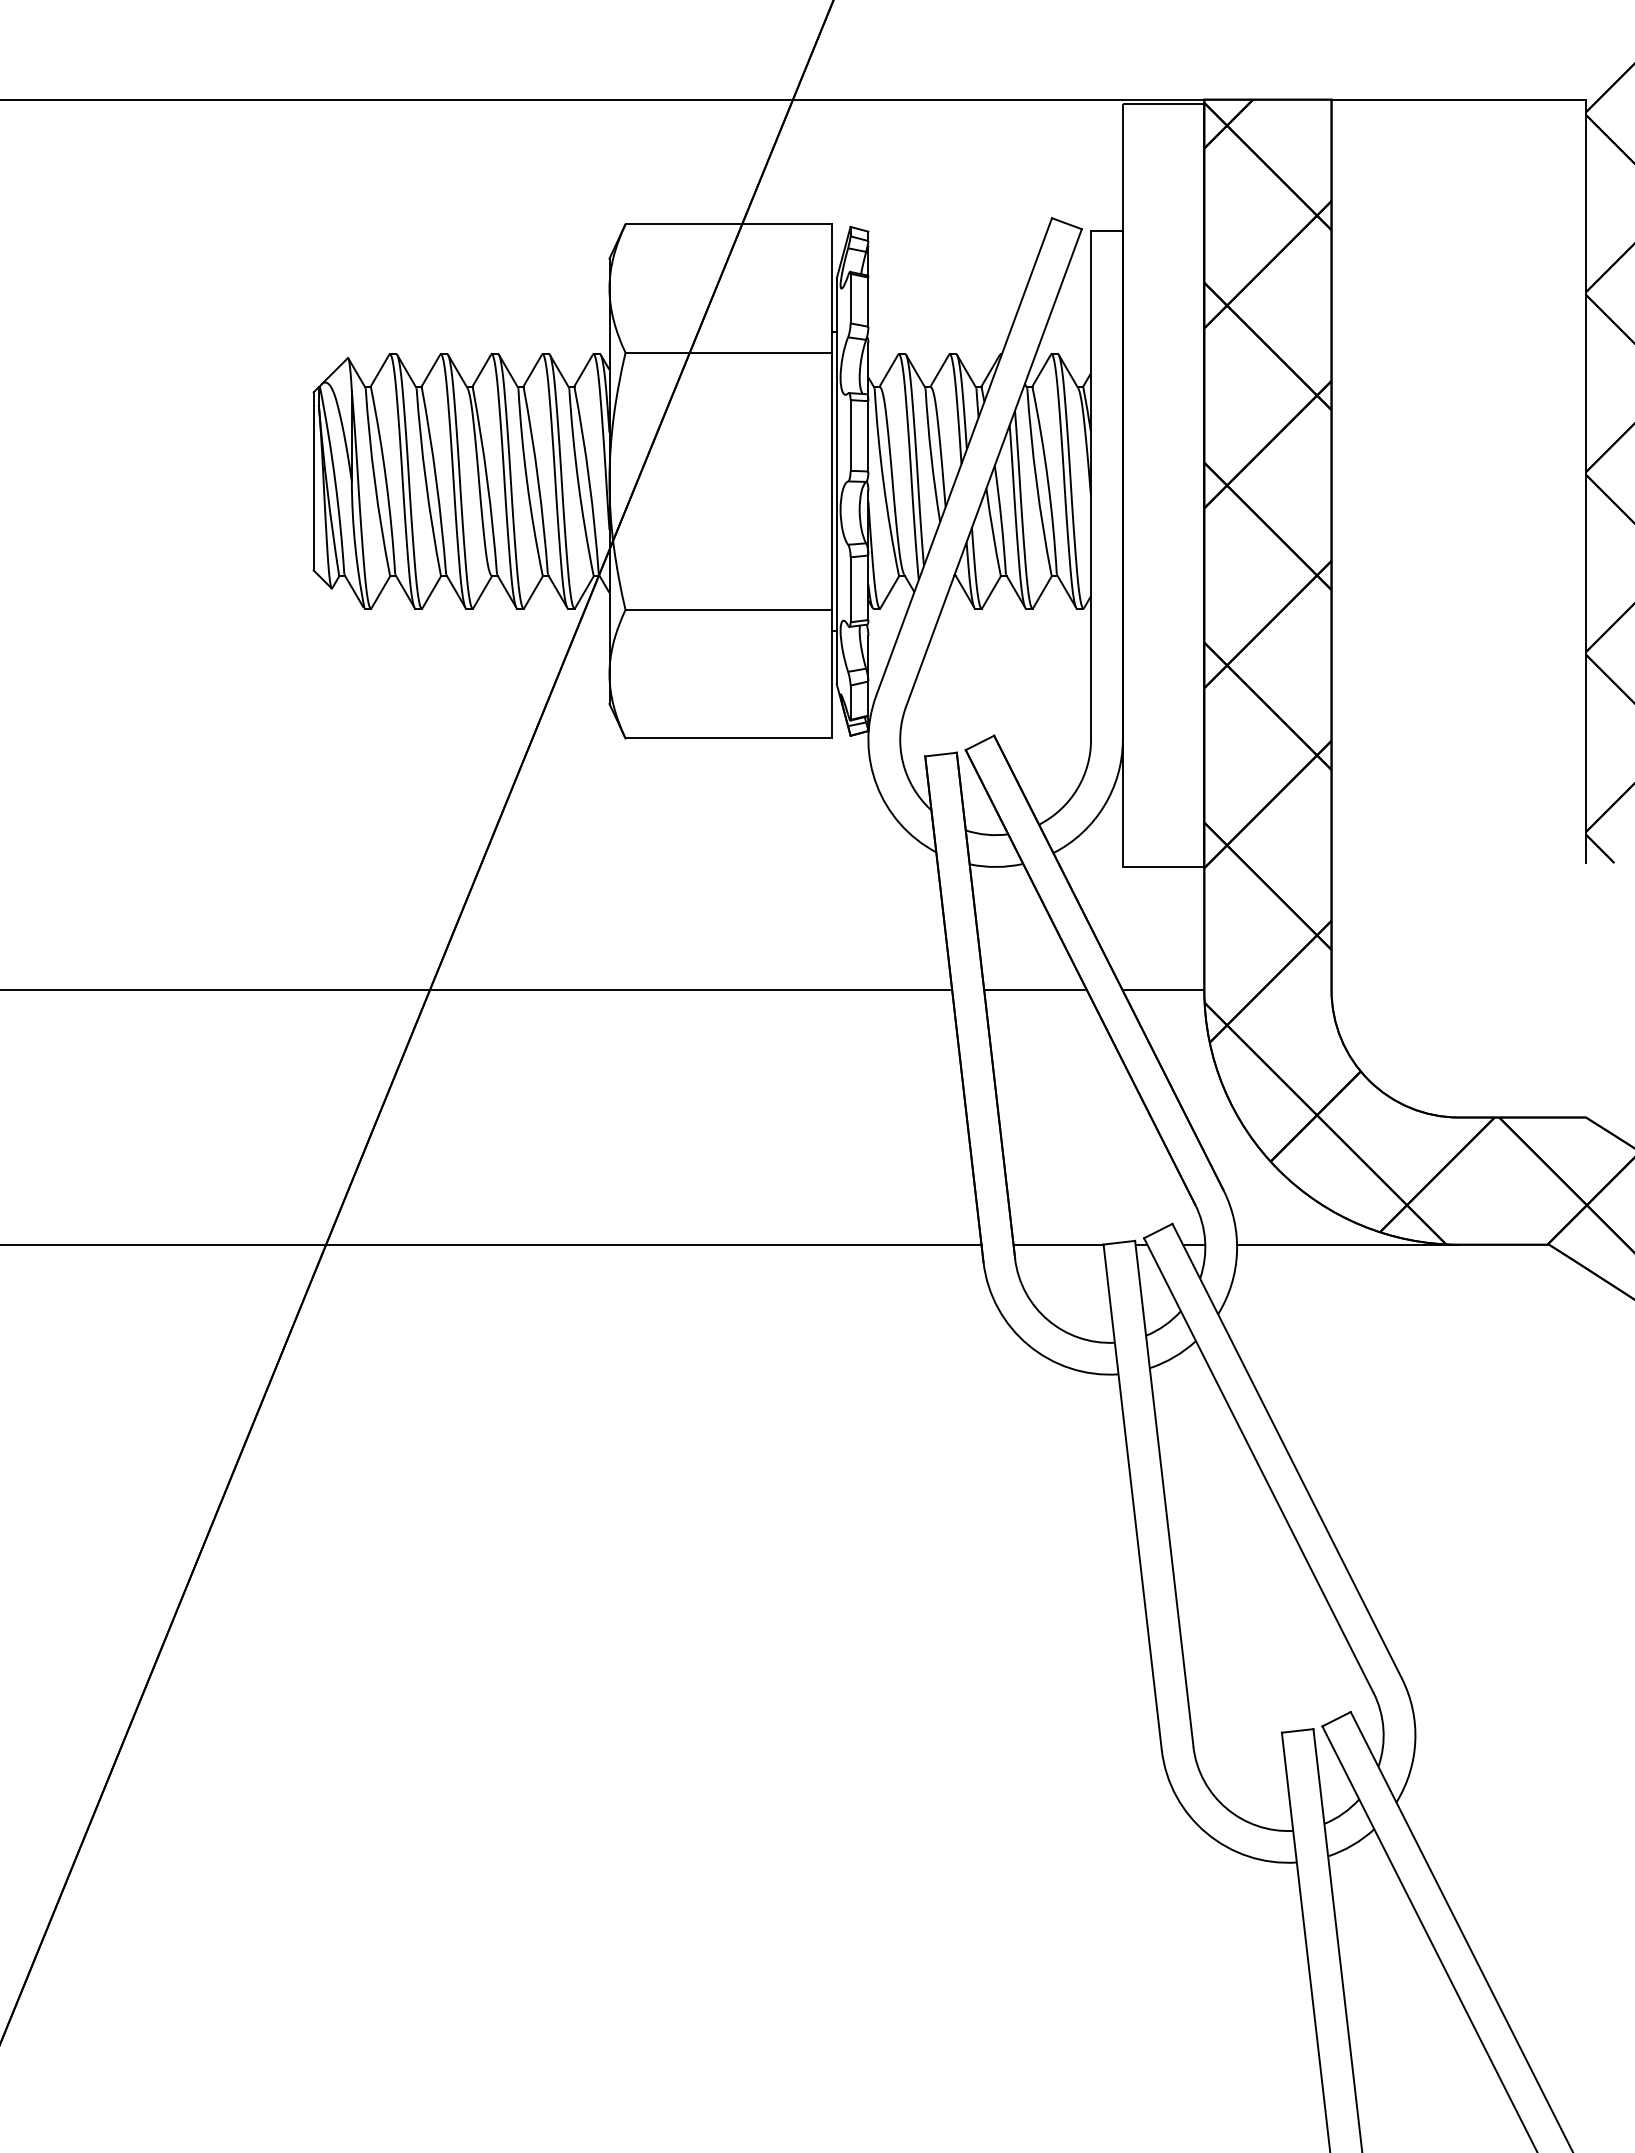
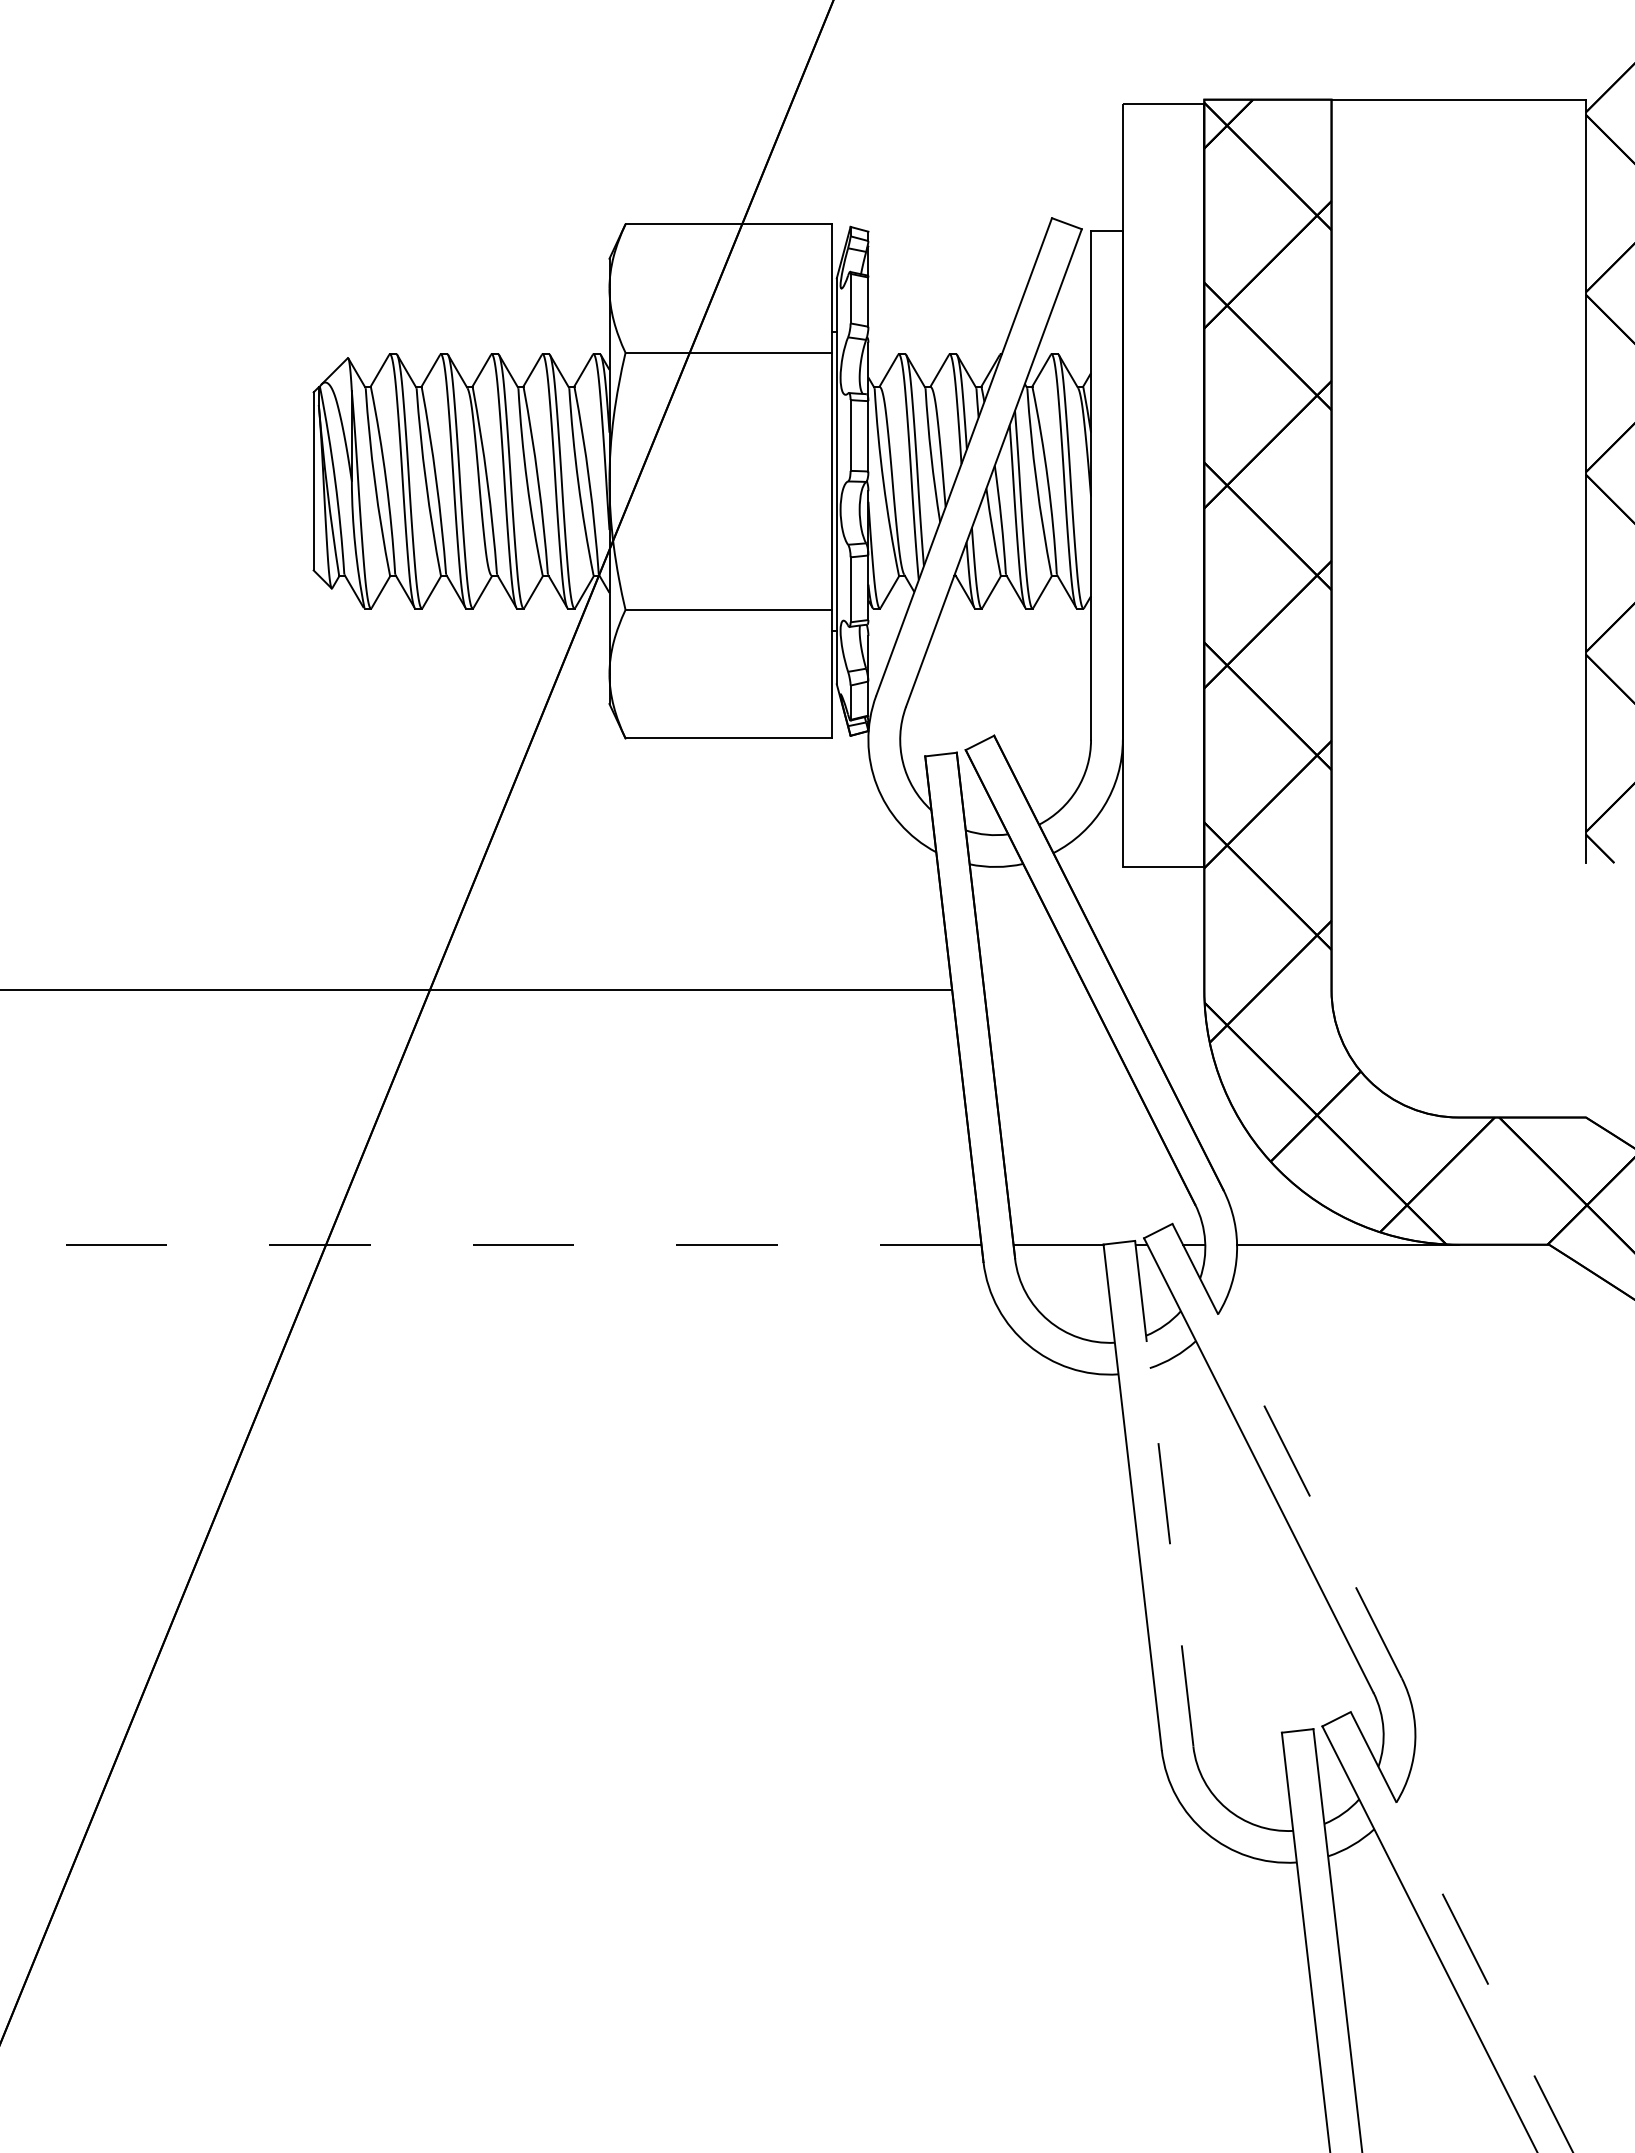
line at (603, 99): present -> none
line at (1035, 990): present -> none
line at (1163, 990): present -> none
line at (491, 1244): solid -> dashed
line at (1287, 1451): solid -> dashed
line at (1164, 1494): solid -> dashed
line at (1462, 1932): solid -> dashed
